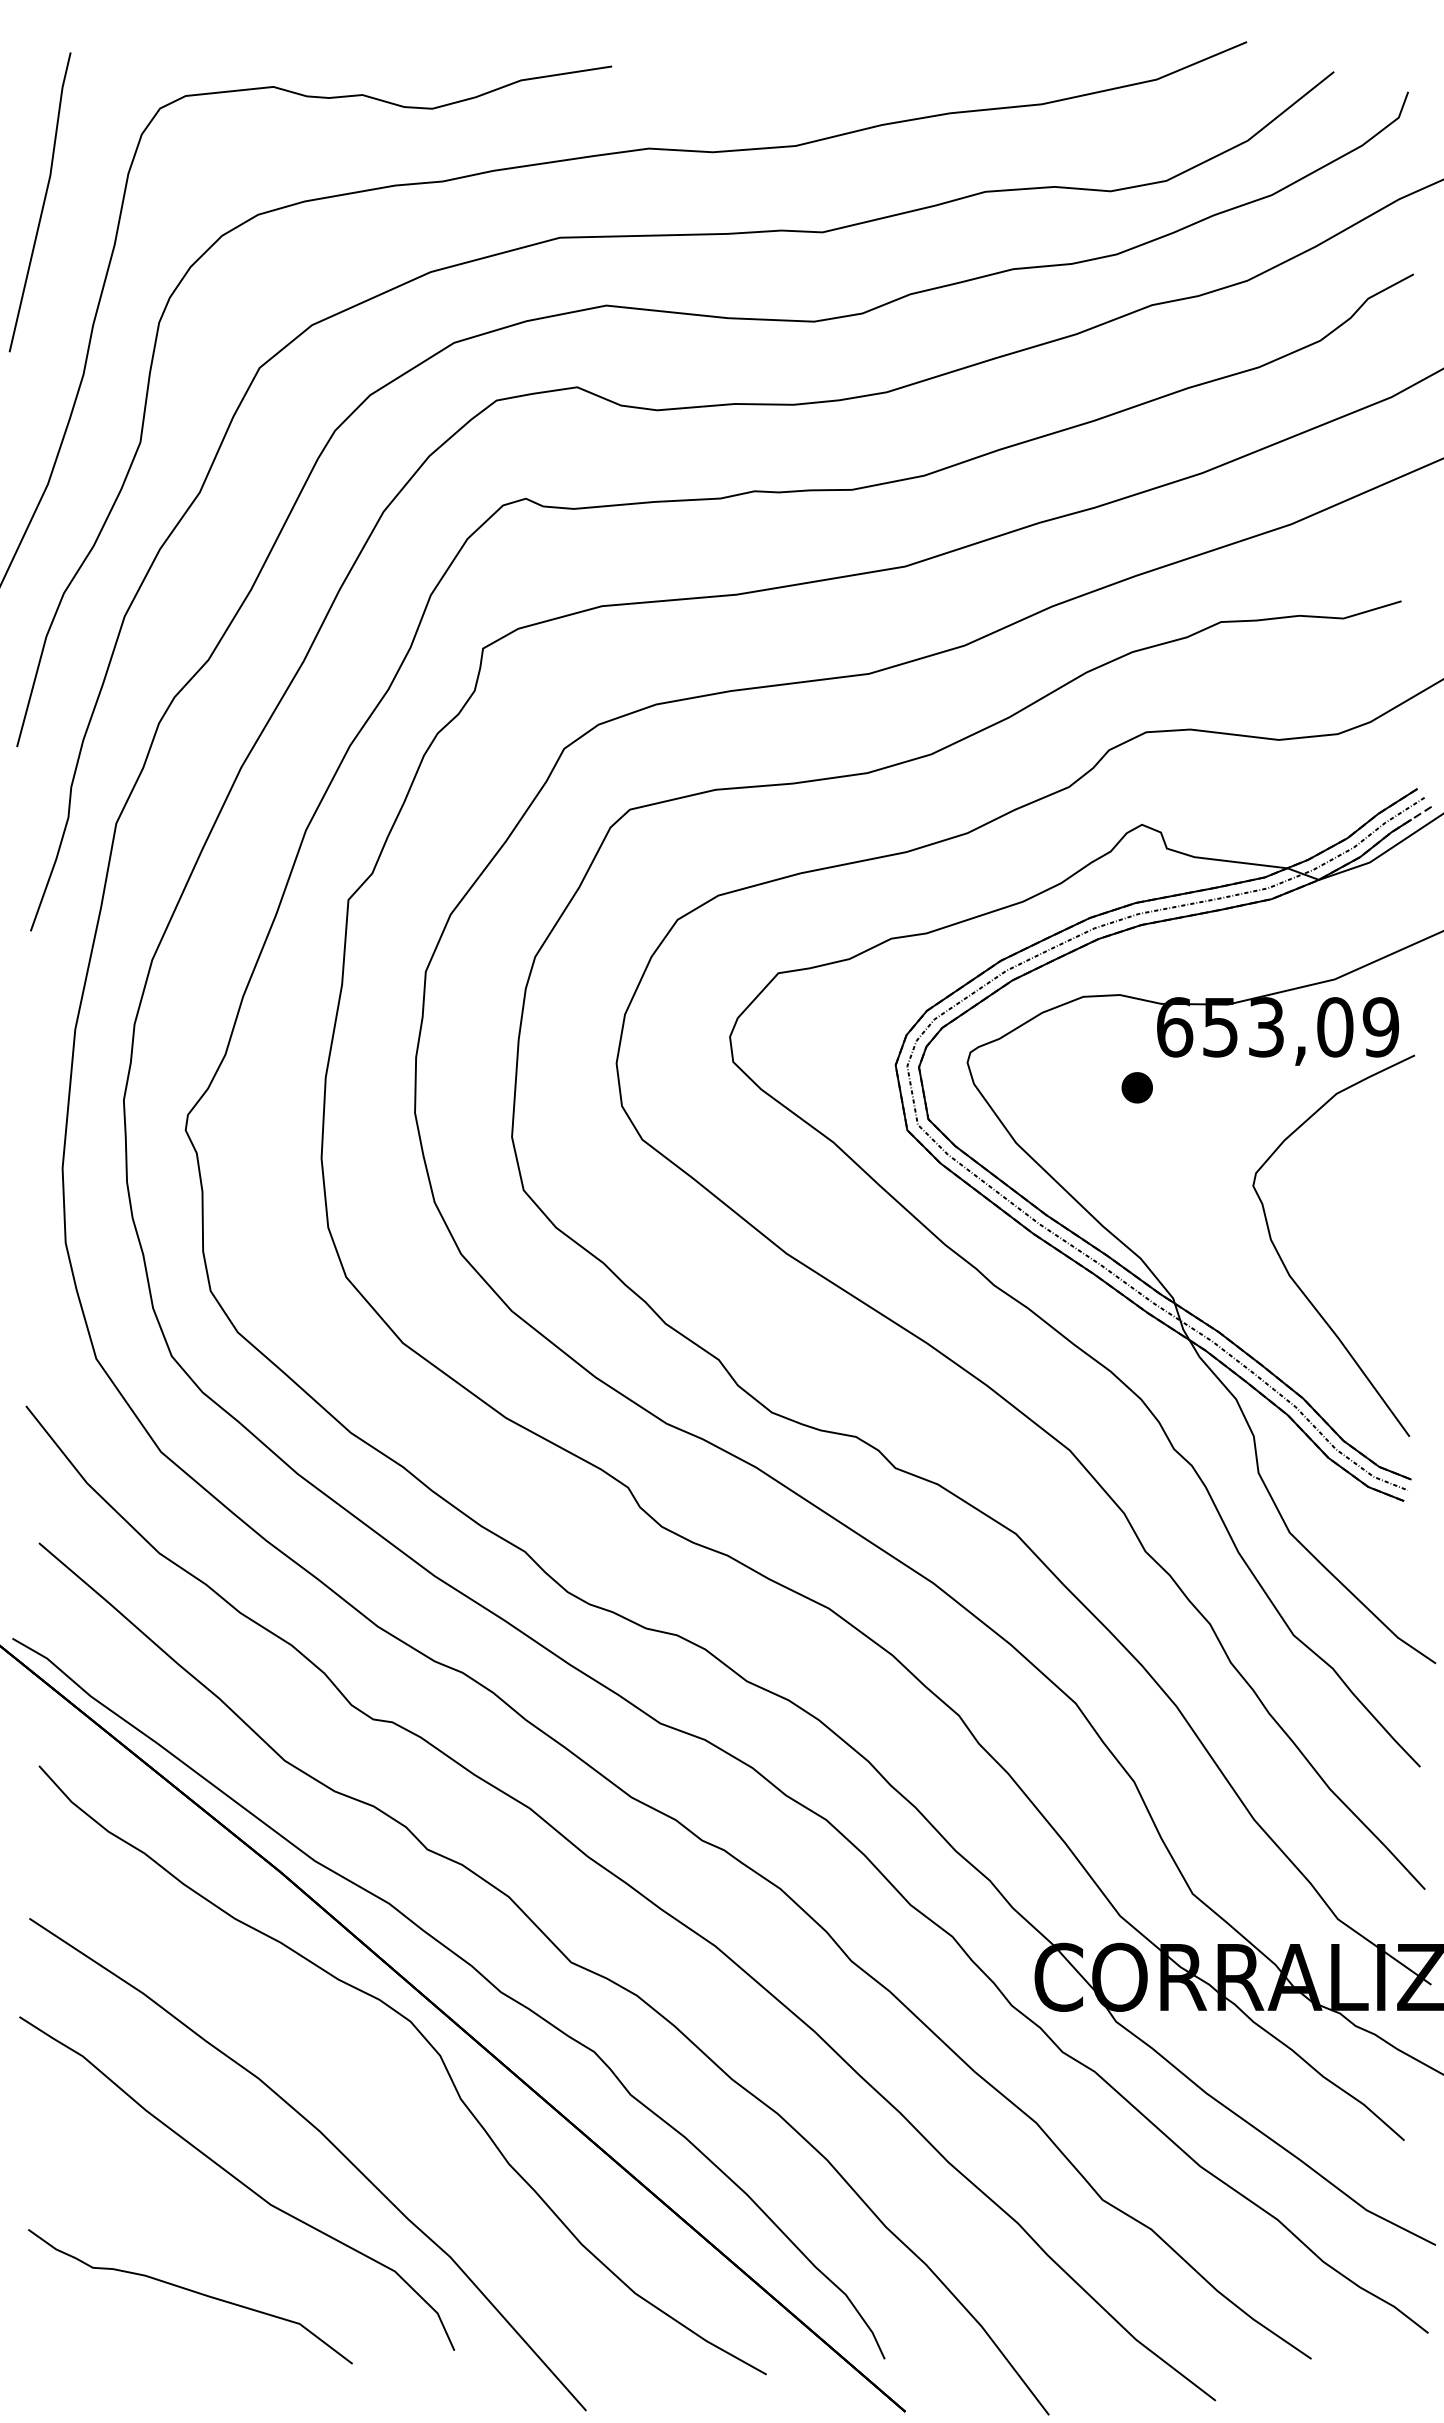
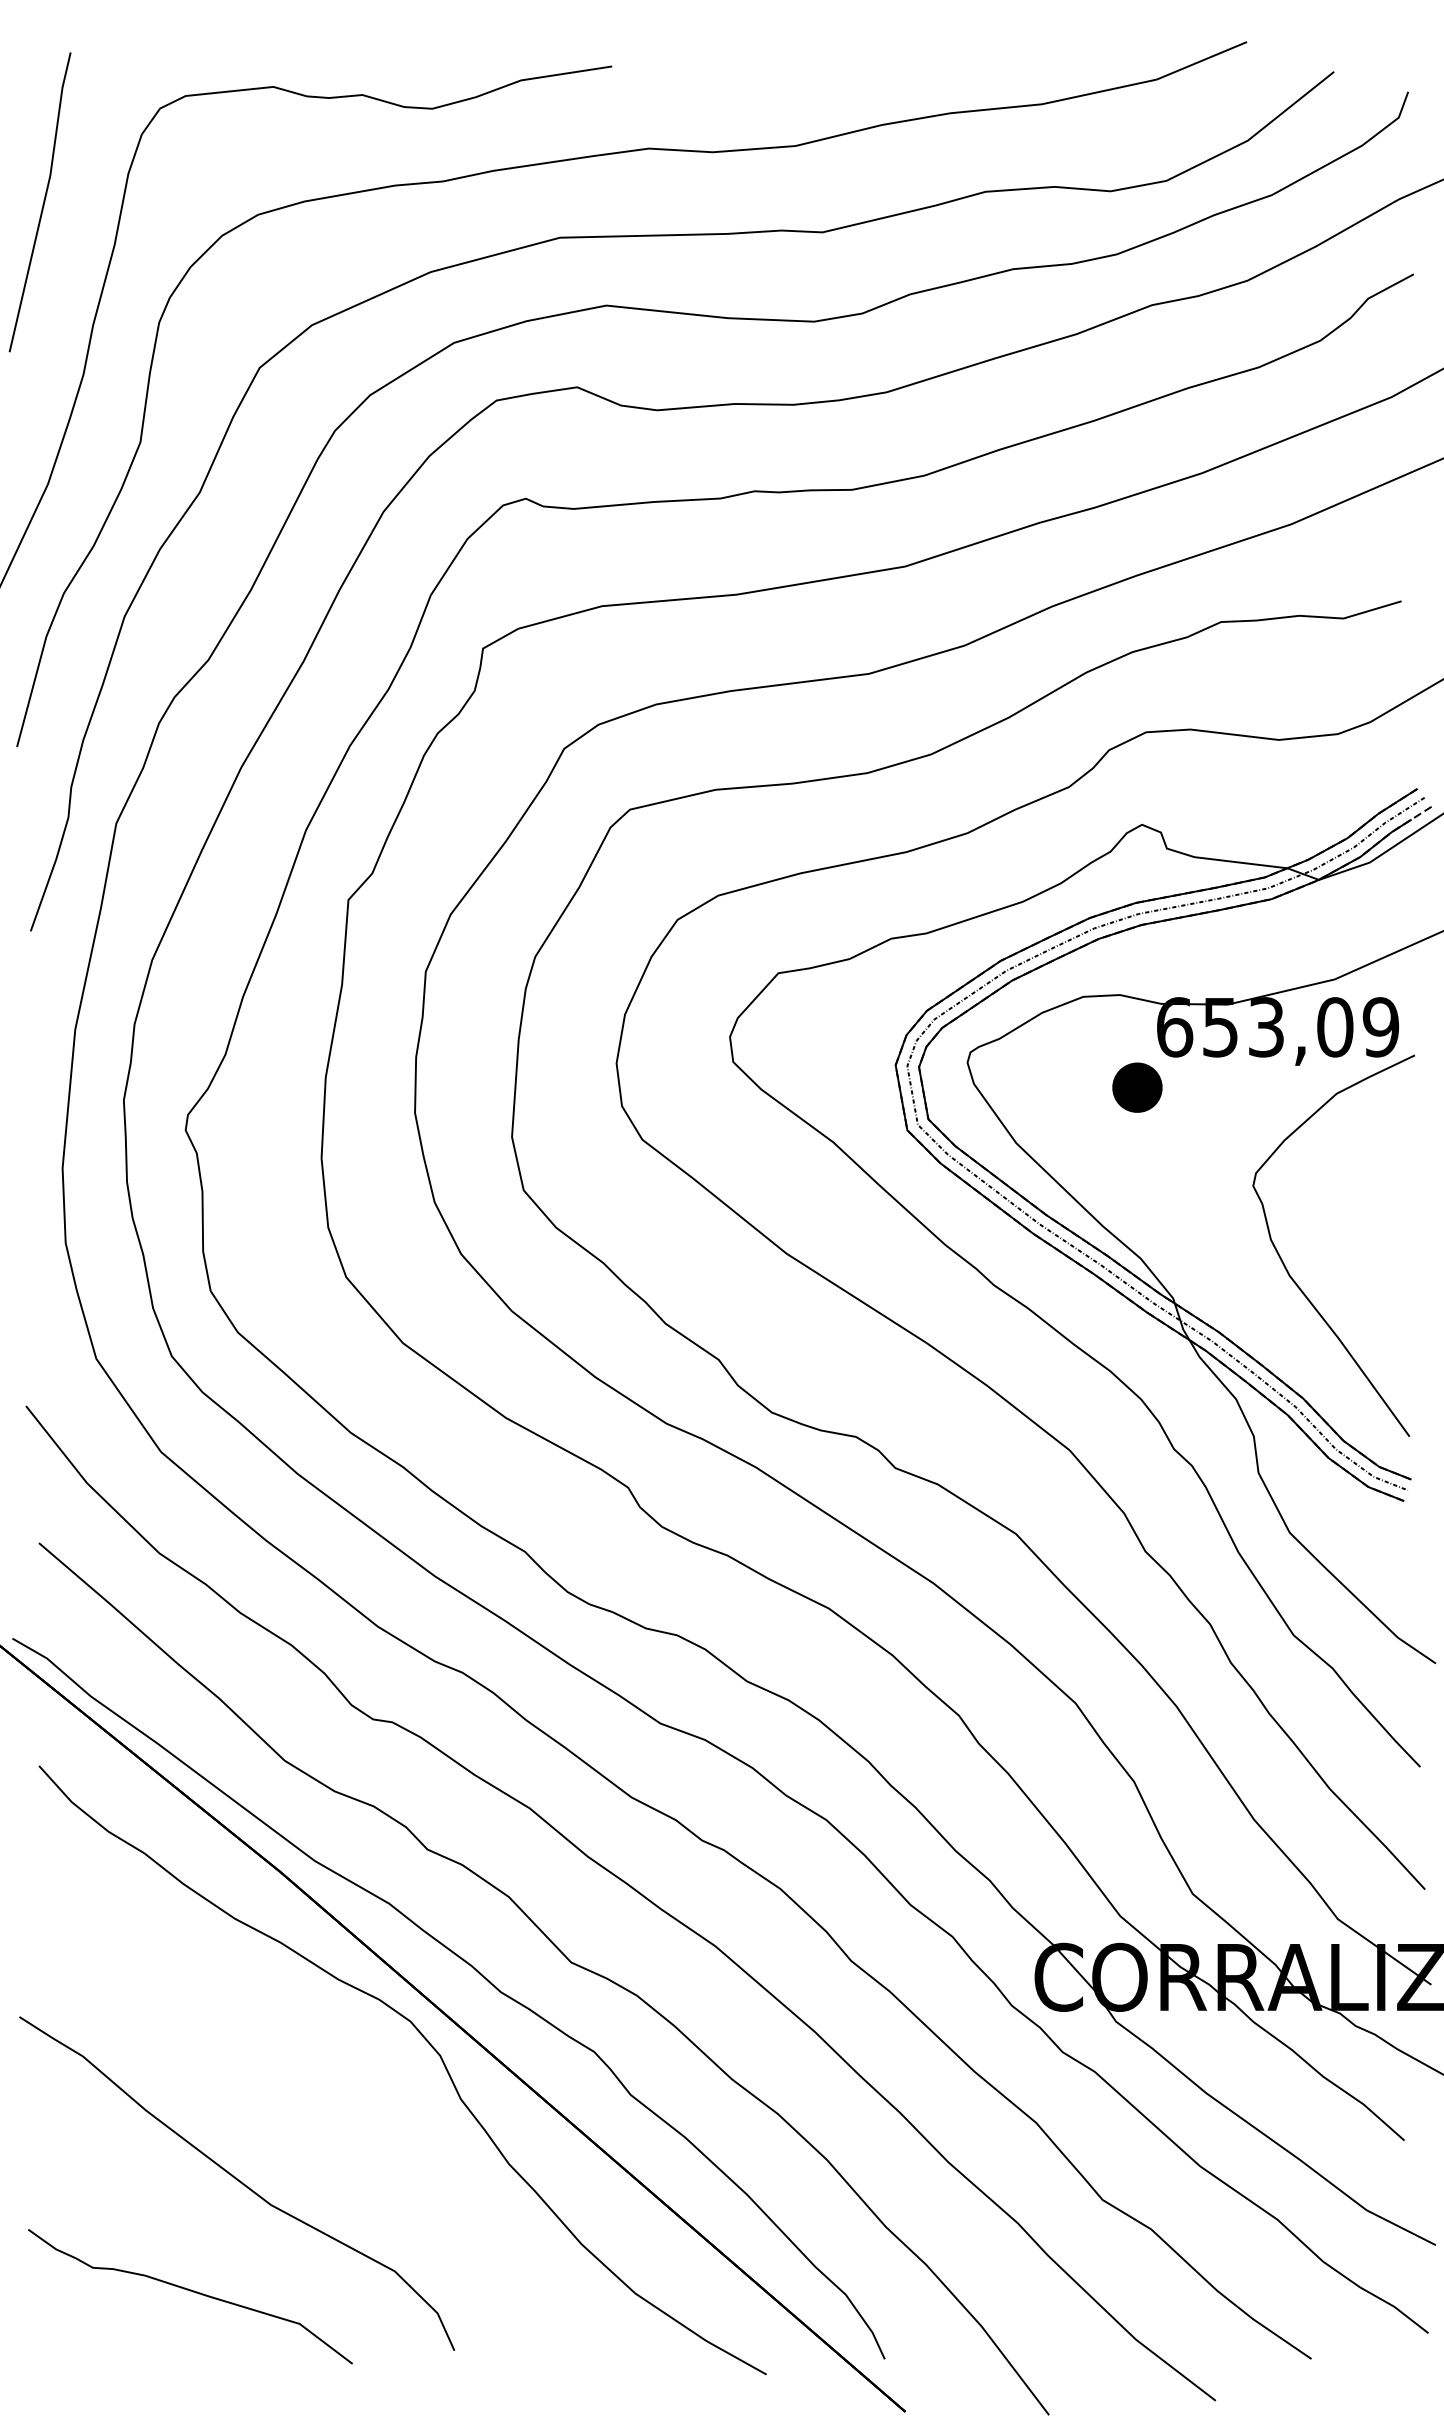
part at (1136, 1087) size: 32x32 px -> 51x51 px
part at (329, 2142): present -> none
